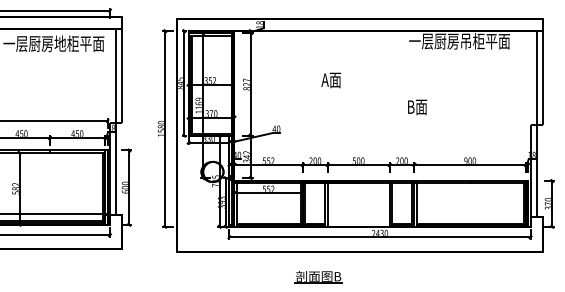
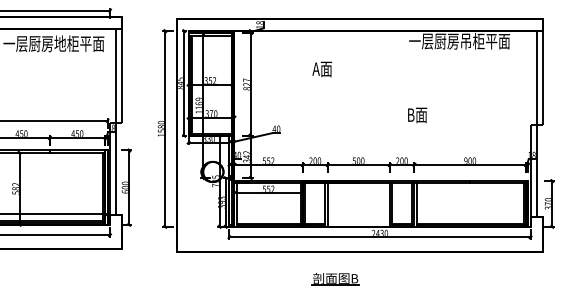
text at (331, 80) position: (331, 80) -> (322, 69)
text at (417, 107) position: (417, 107) -> (417, 115)
part at (318, 276) position: (318, 276) -> (335, 278)
